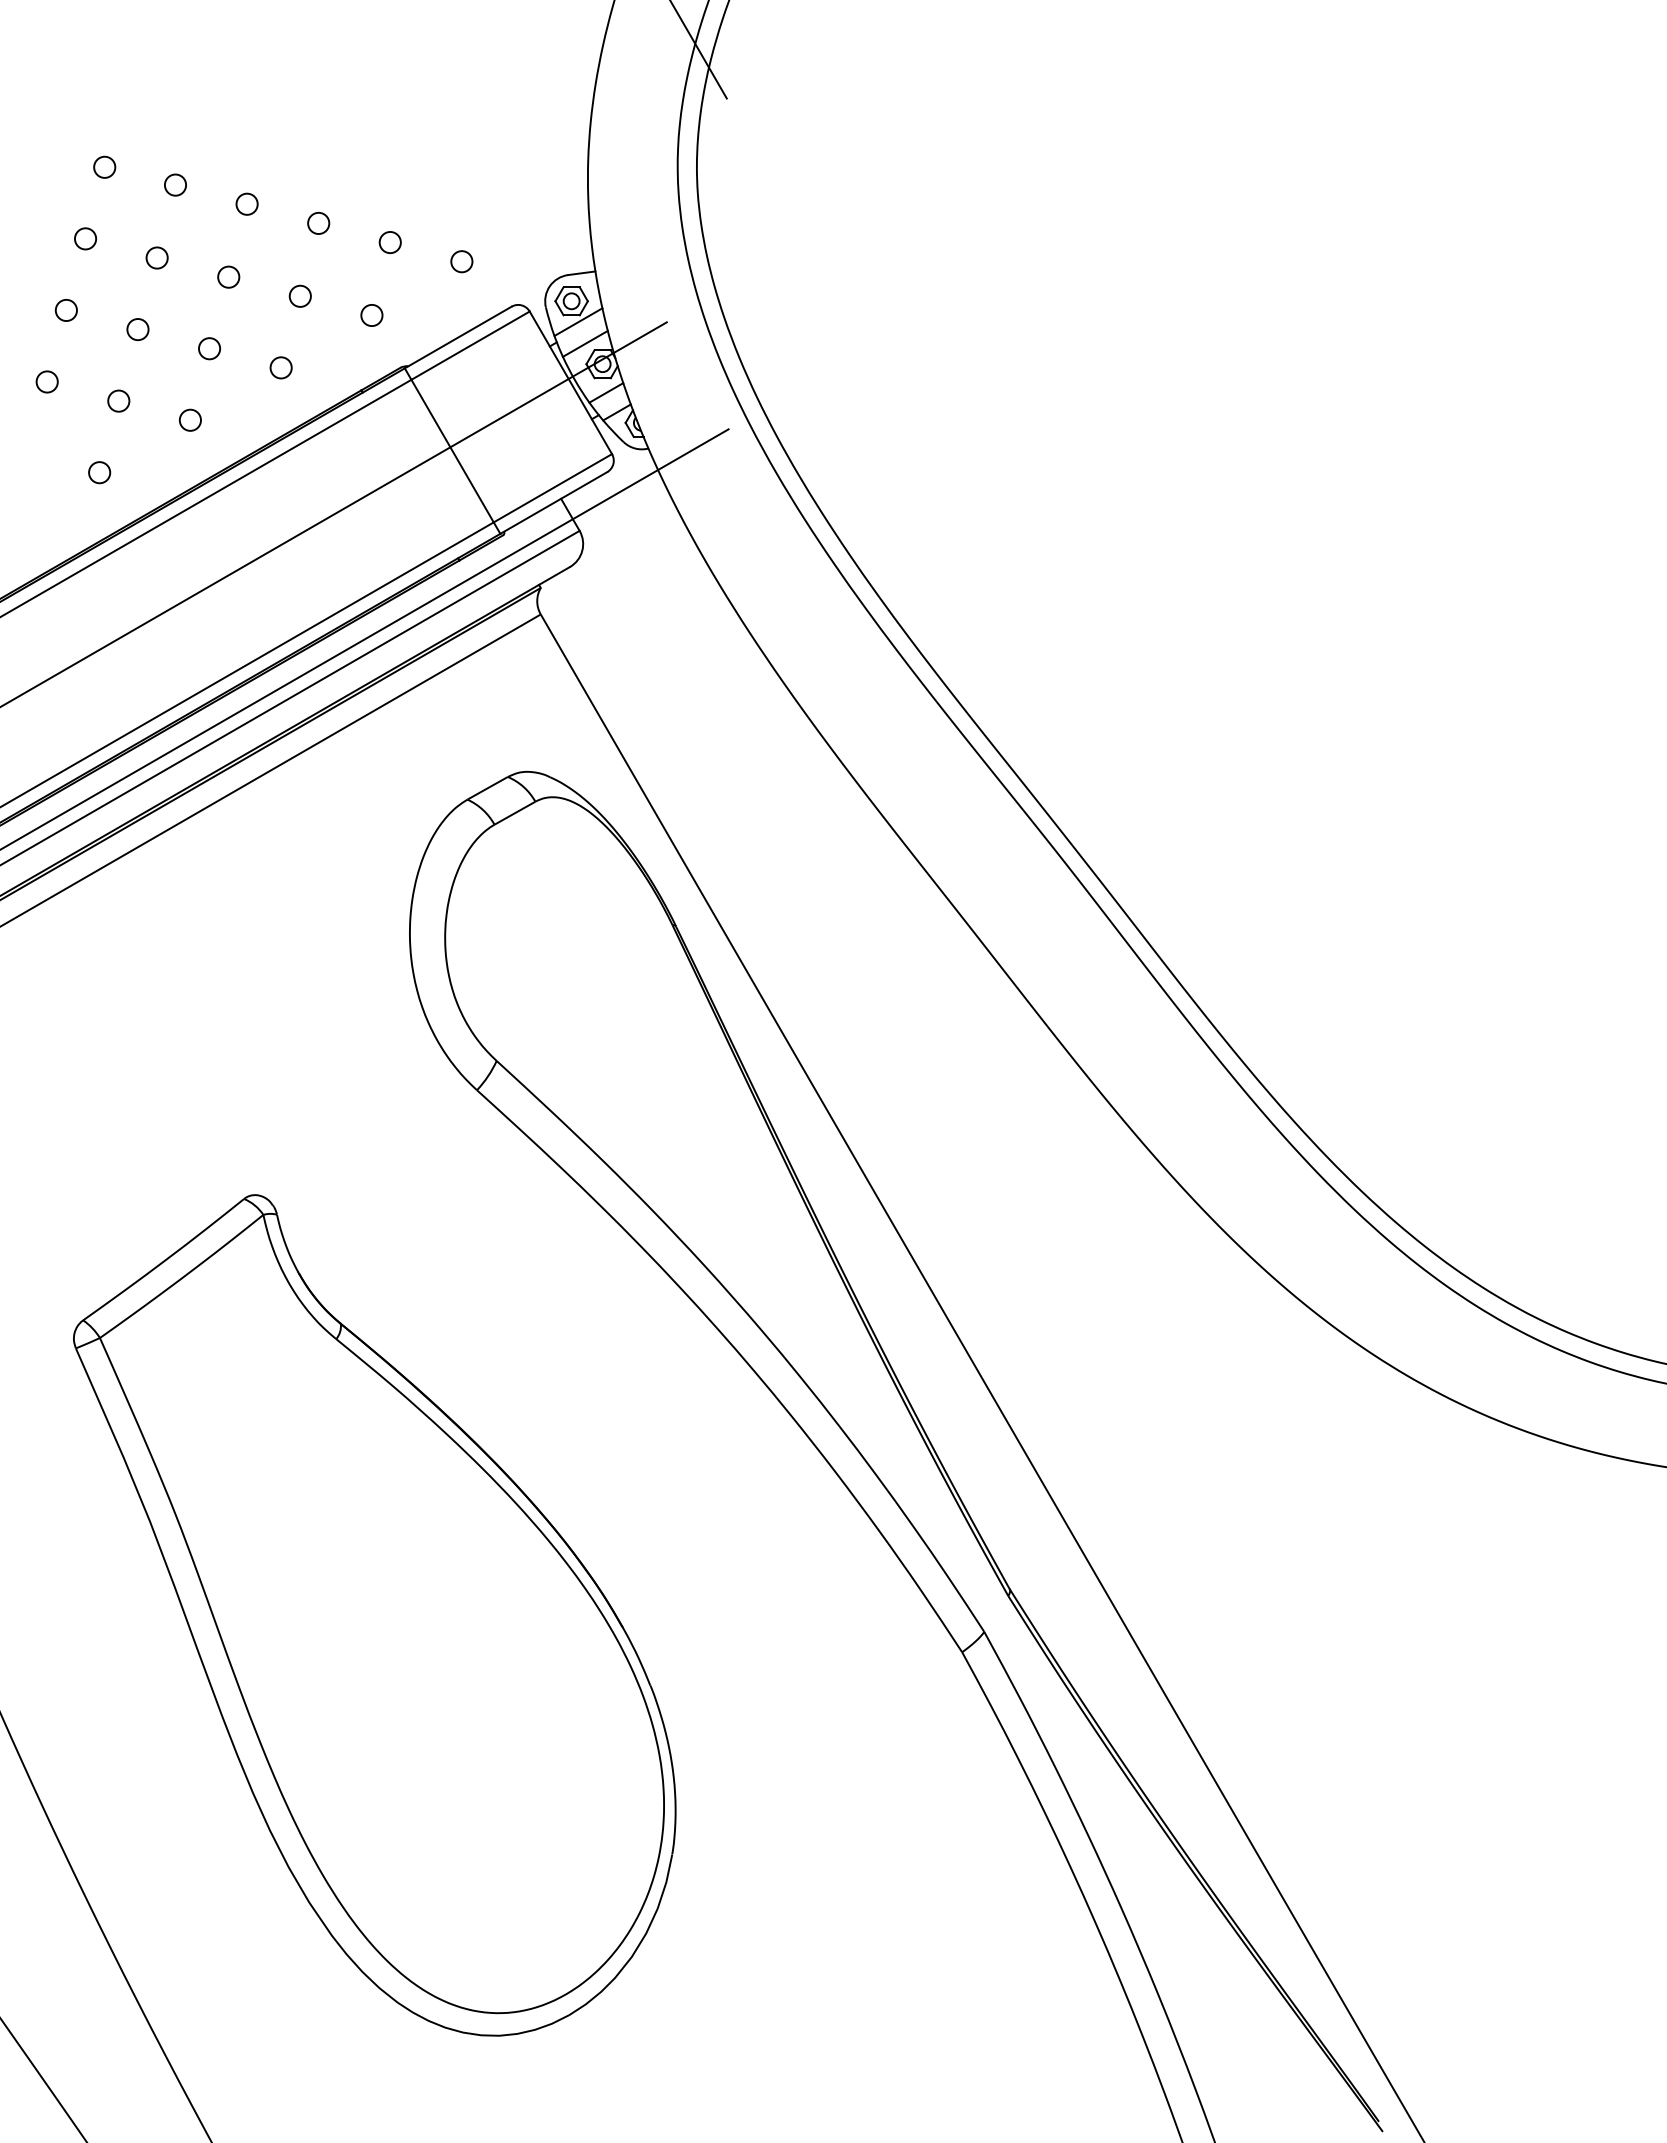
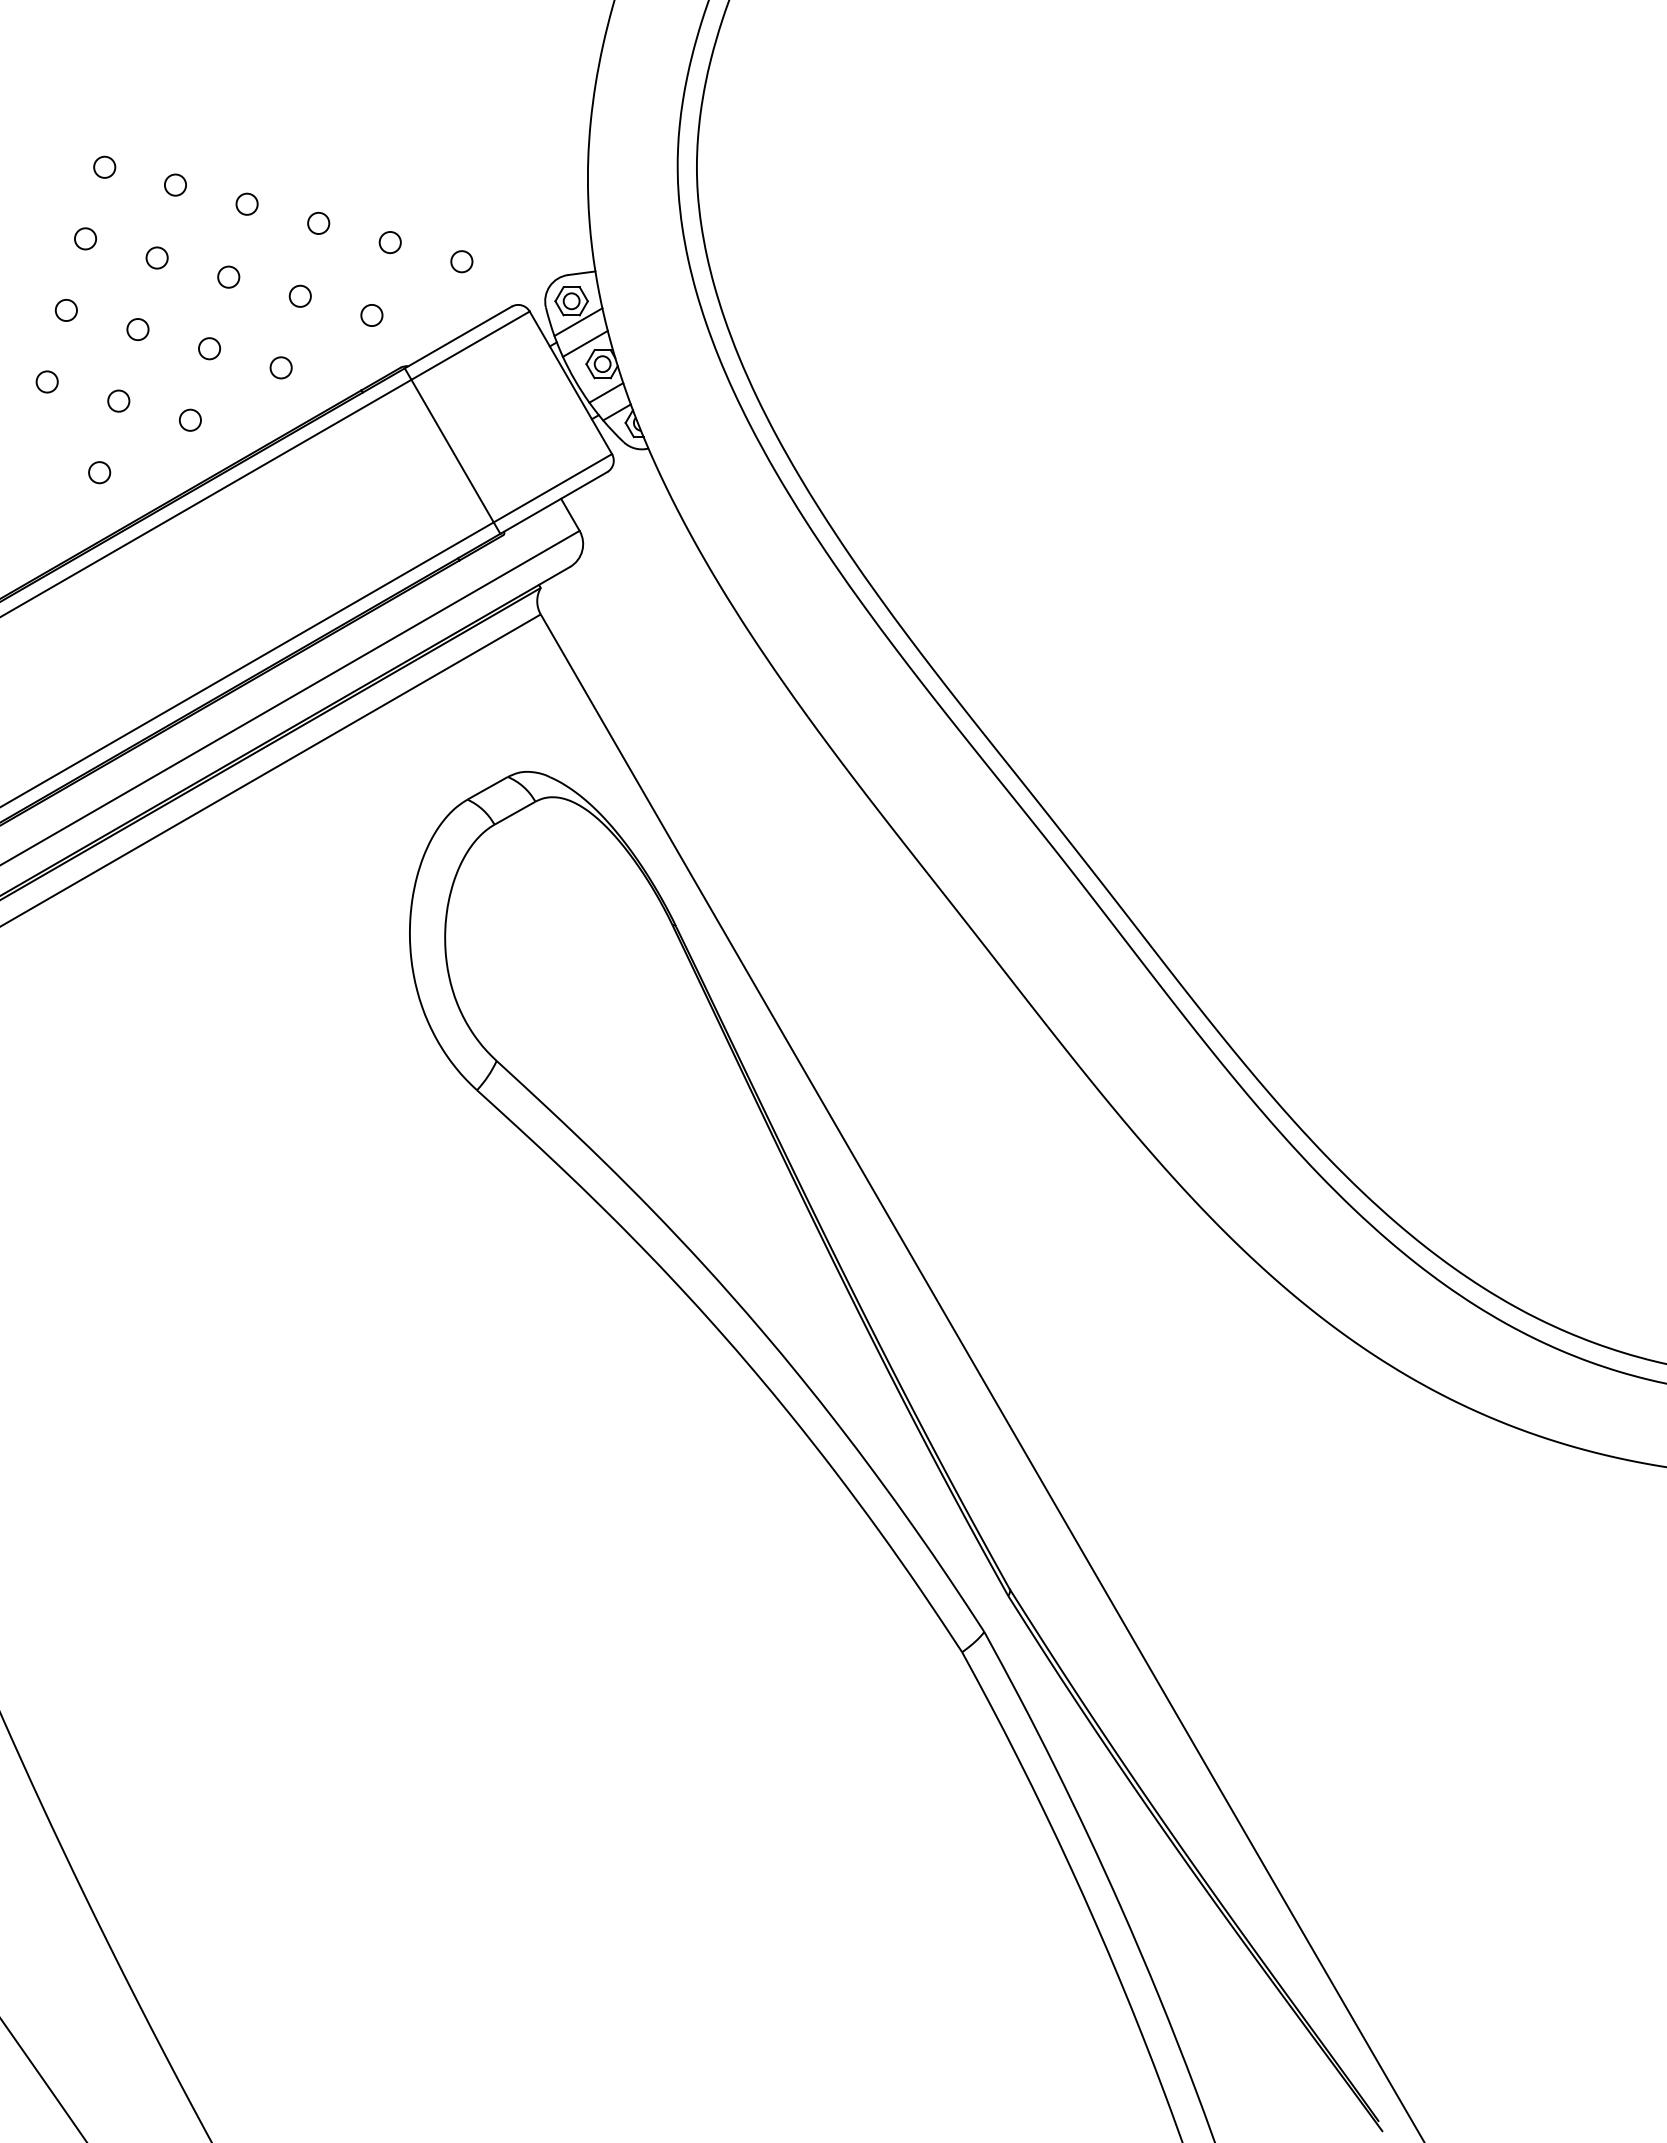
line at (699, 50): present -> none
line at (334, 513): present -> none
line at (365, 638): present -> none
part at (374, 1615): present -> none
